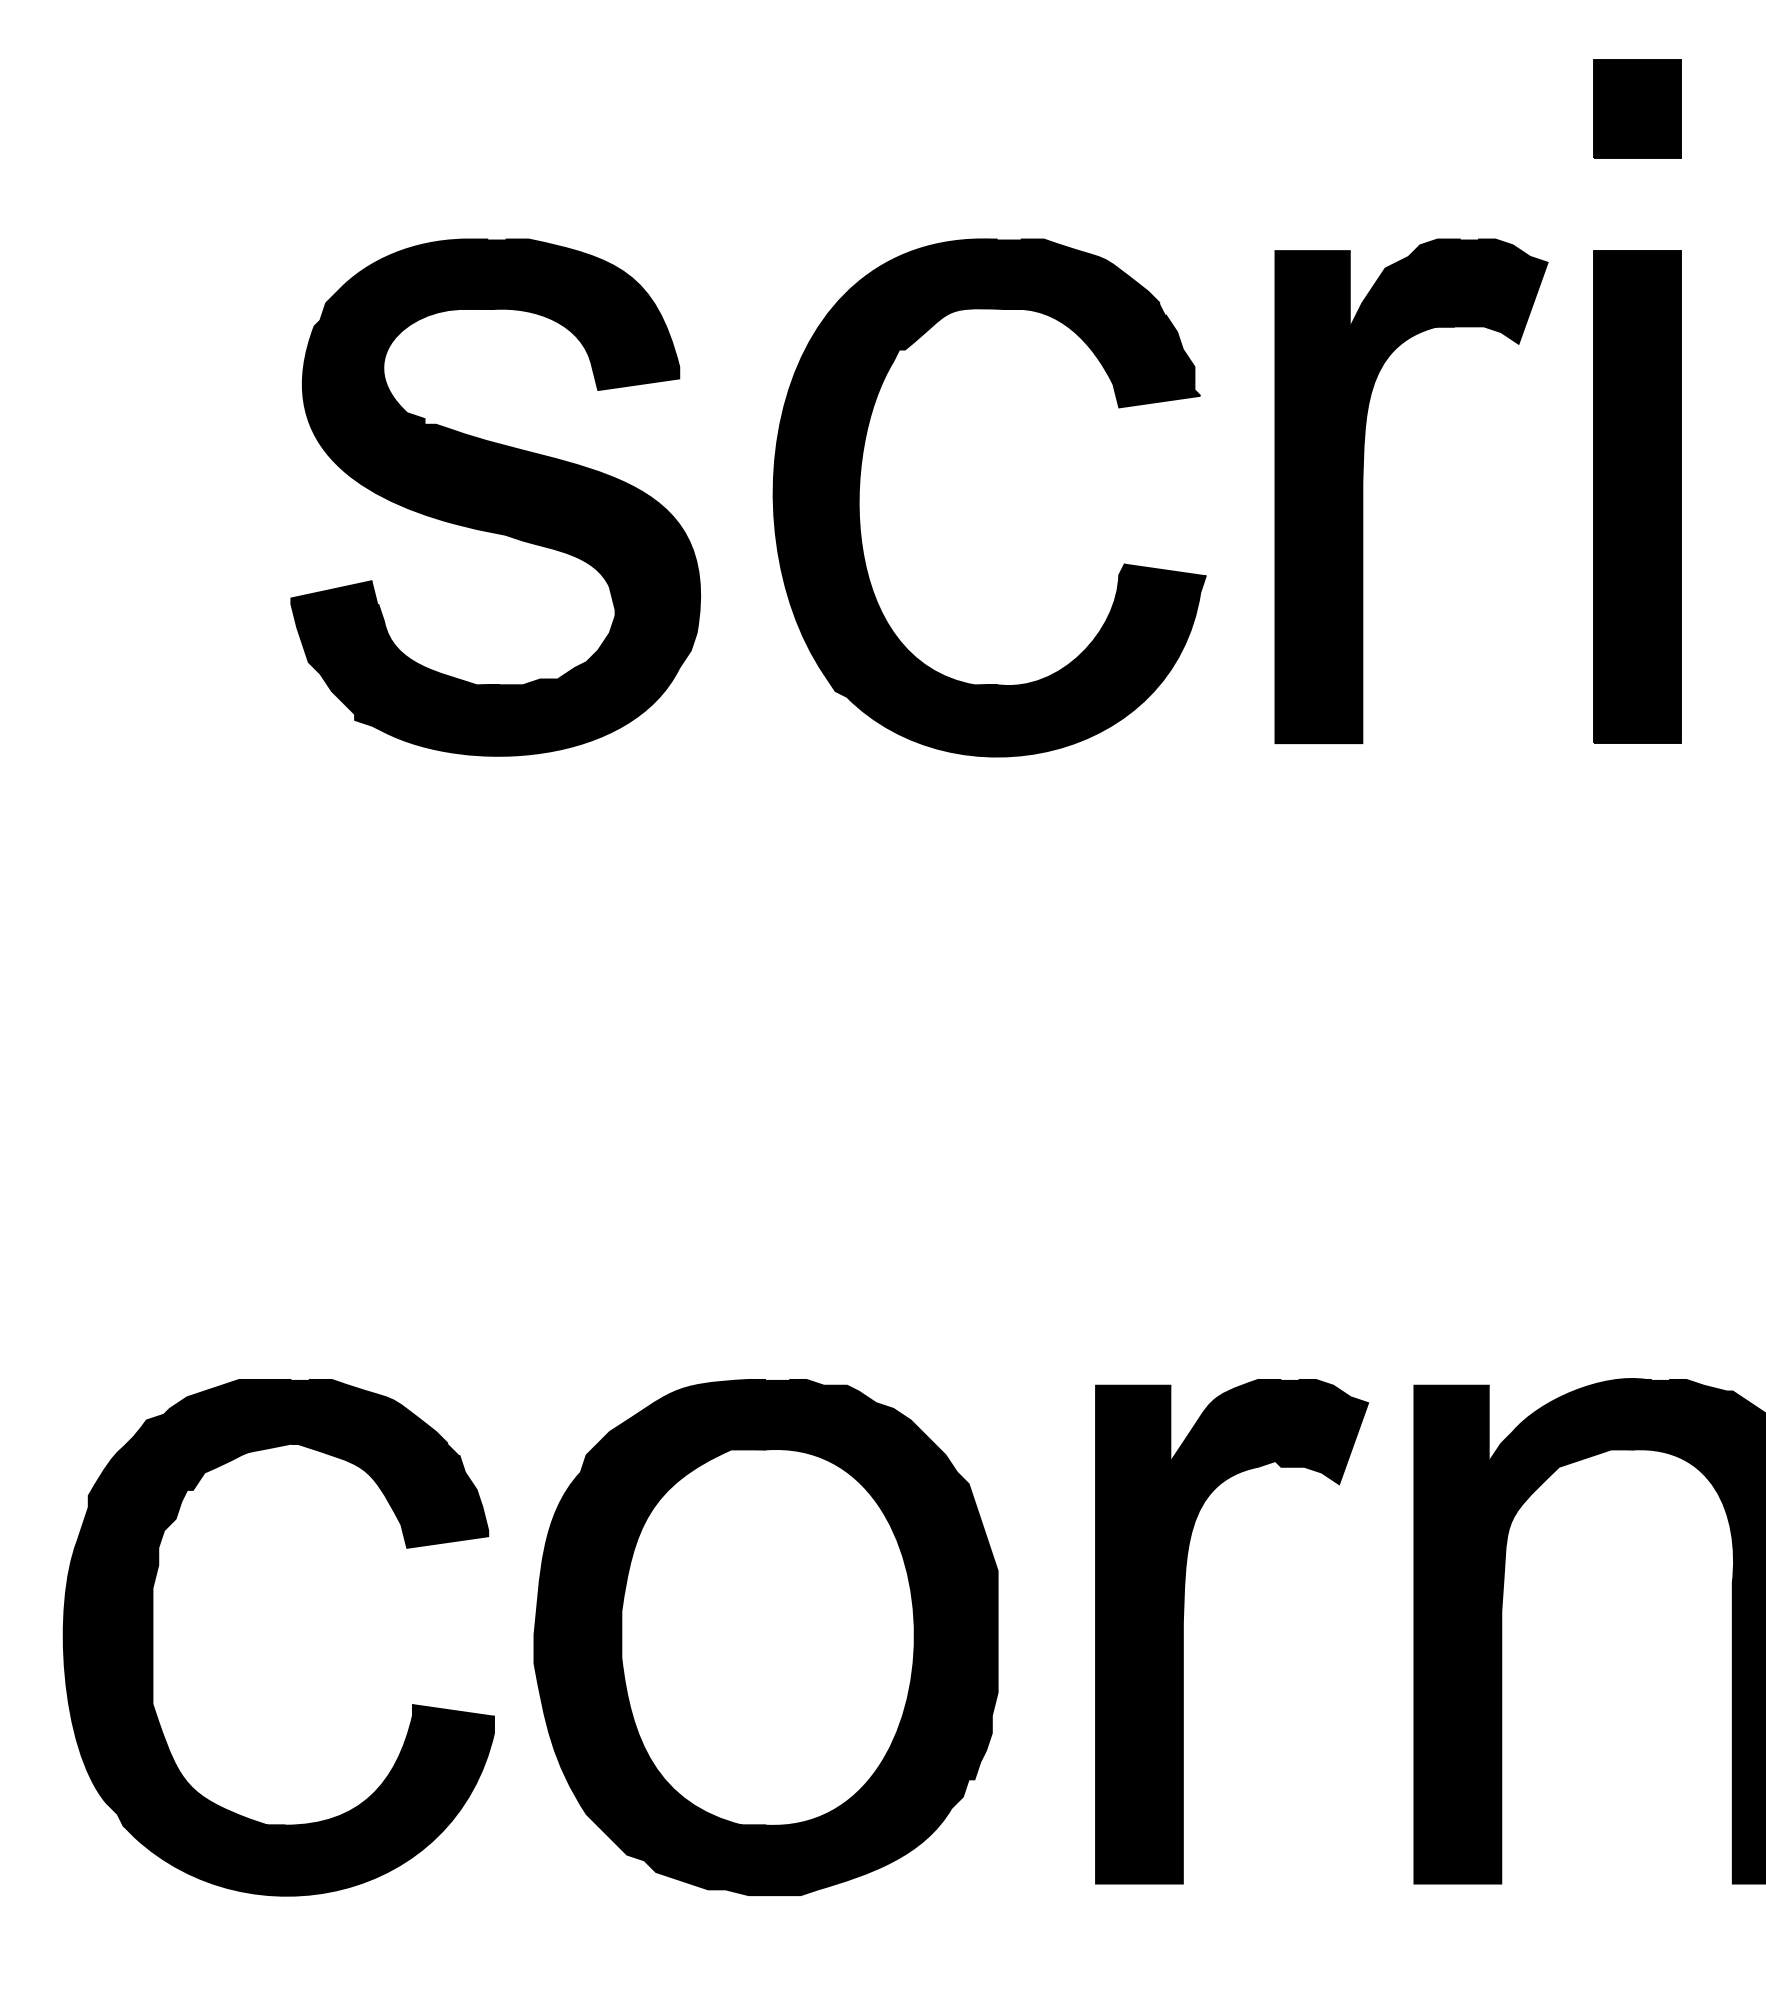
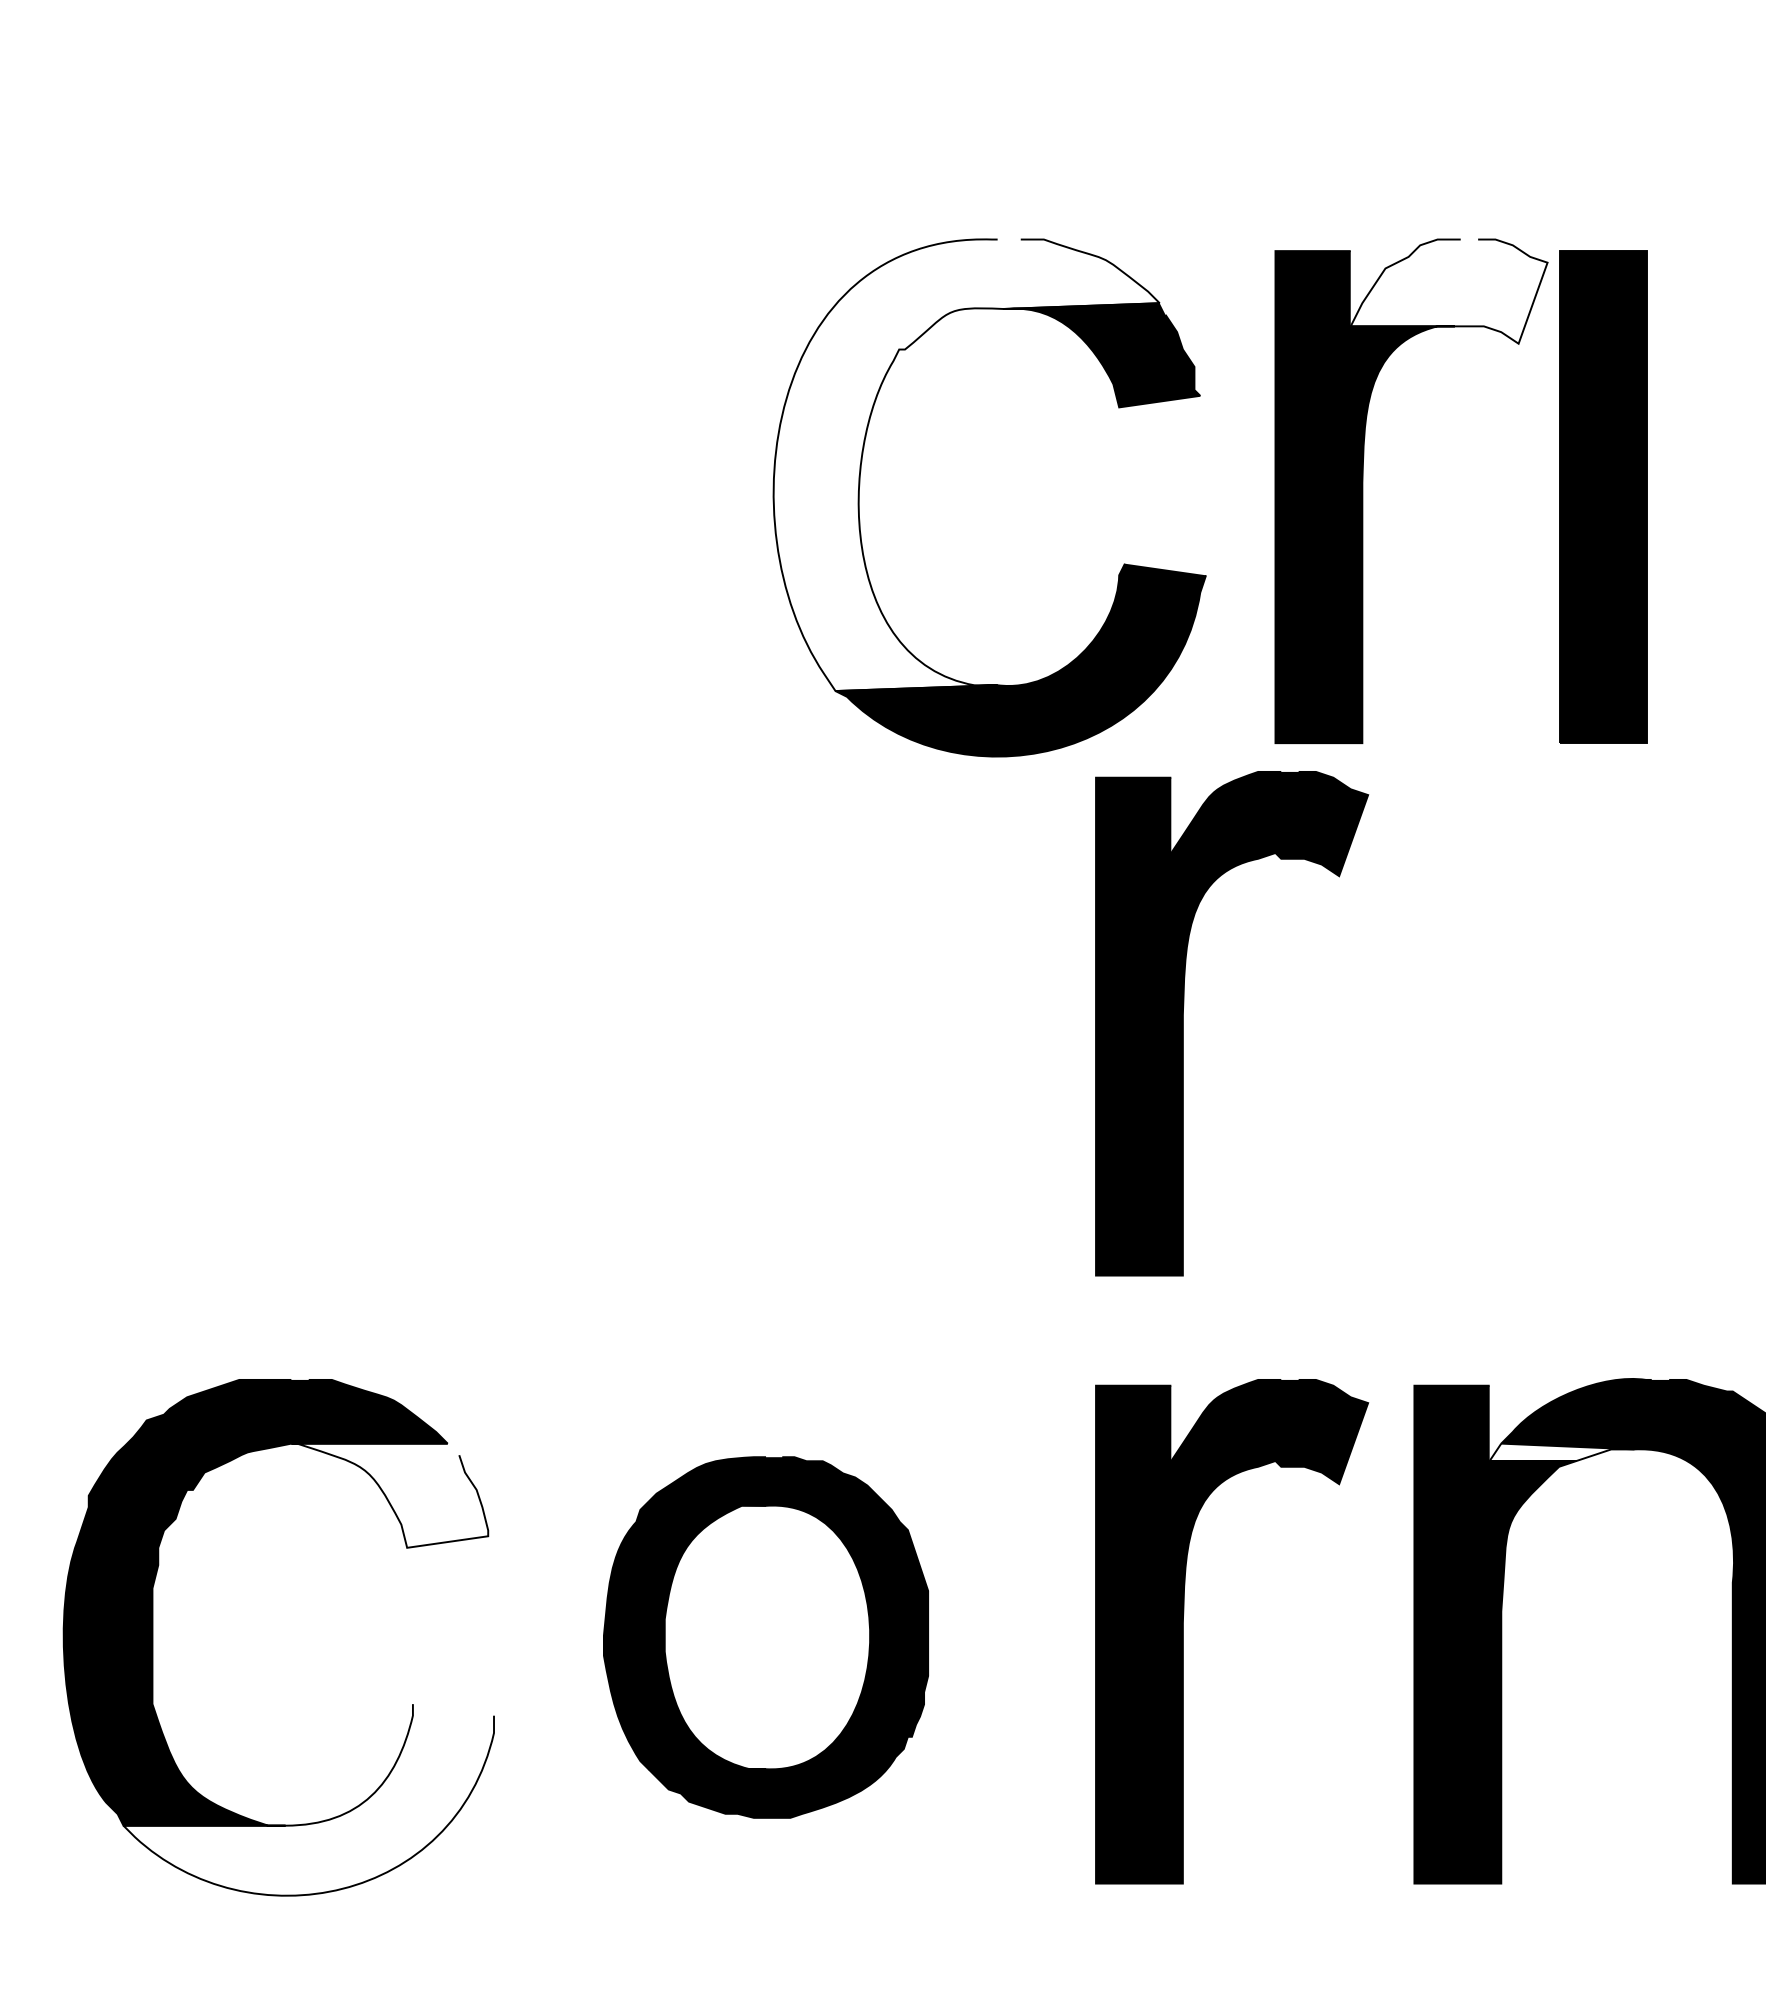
part at (1637, 108): present -> none
fill at (1448, 291): present -> none
fill at (966, 465): present -> none
part at (1637, 496) position: (1637, 496) -> (1603, 496)
part at (495, 497): present -> none
part at (1183, 1023): none -> present
fill at (1561, 1451): present -> none
fill at (389, 1495): present -> none
part at (765, 1637) size: 466x517 px -> 326x363 px
fill at (308, 1799): present -> none
